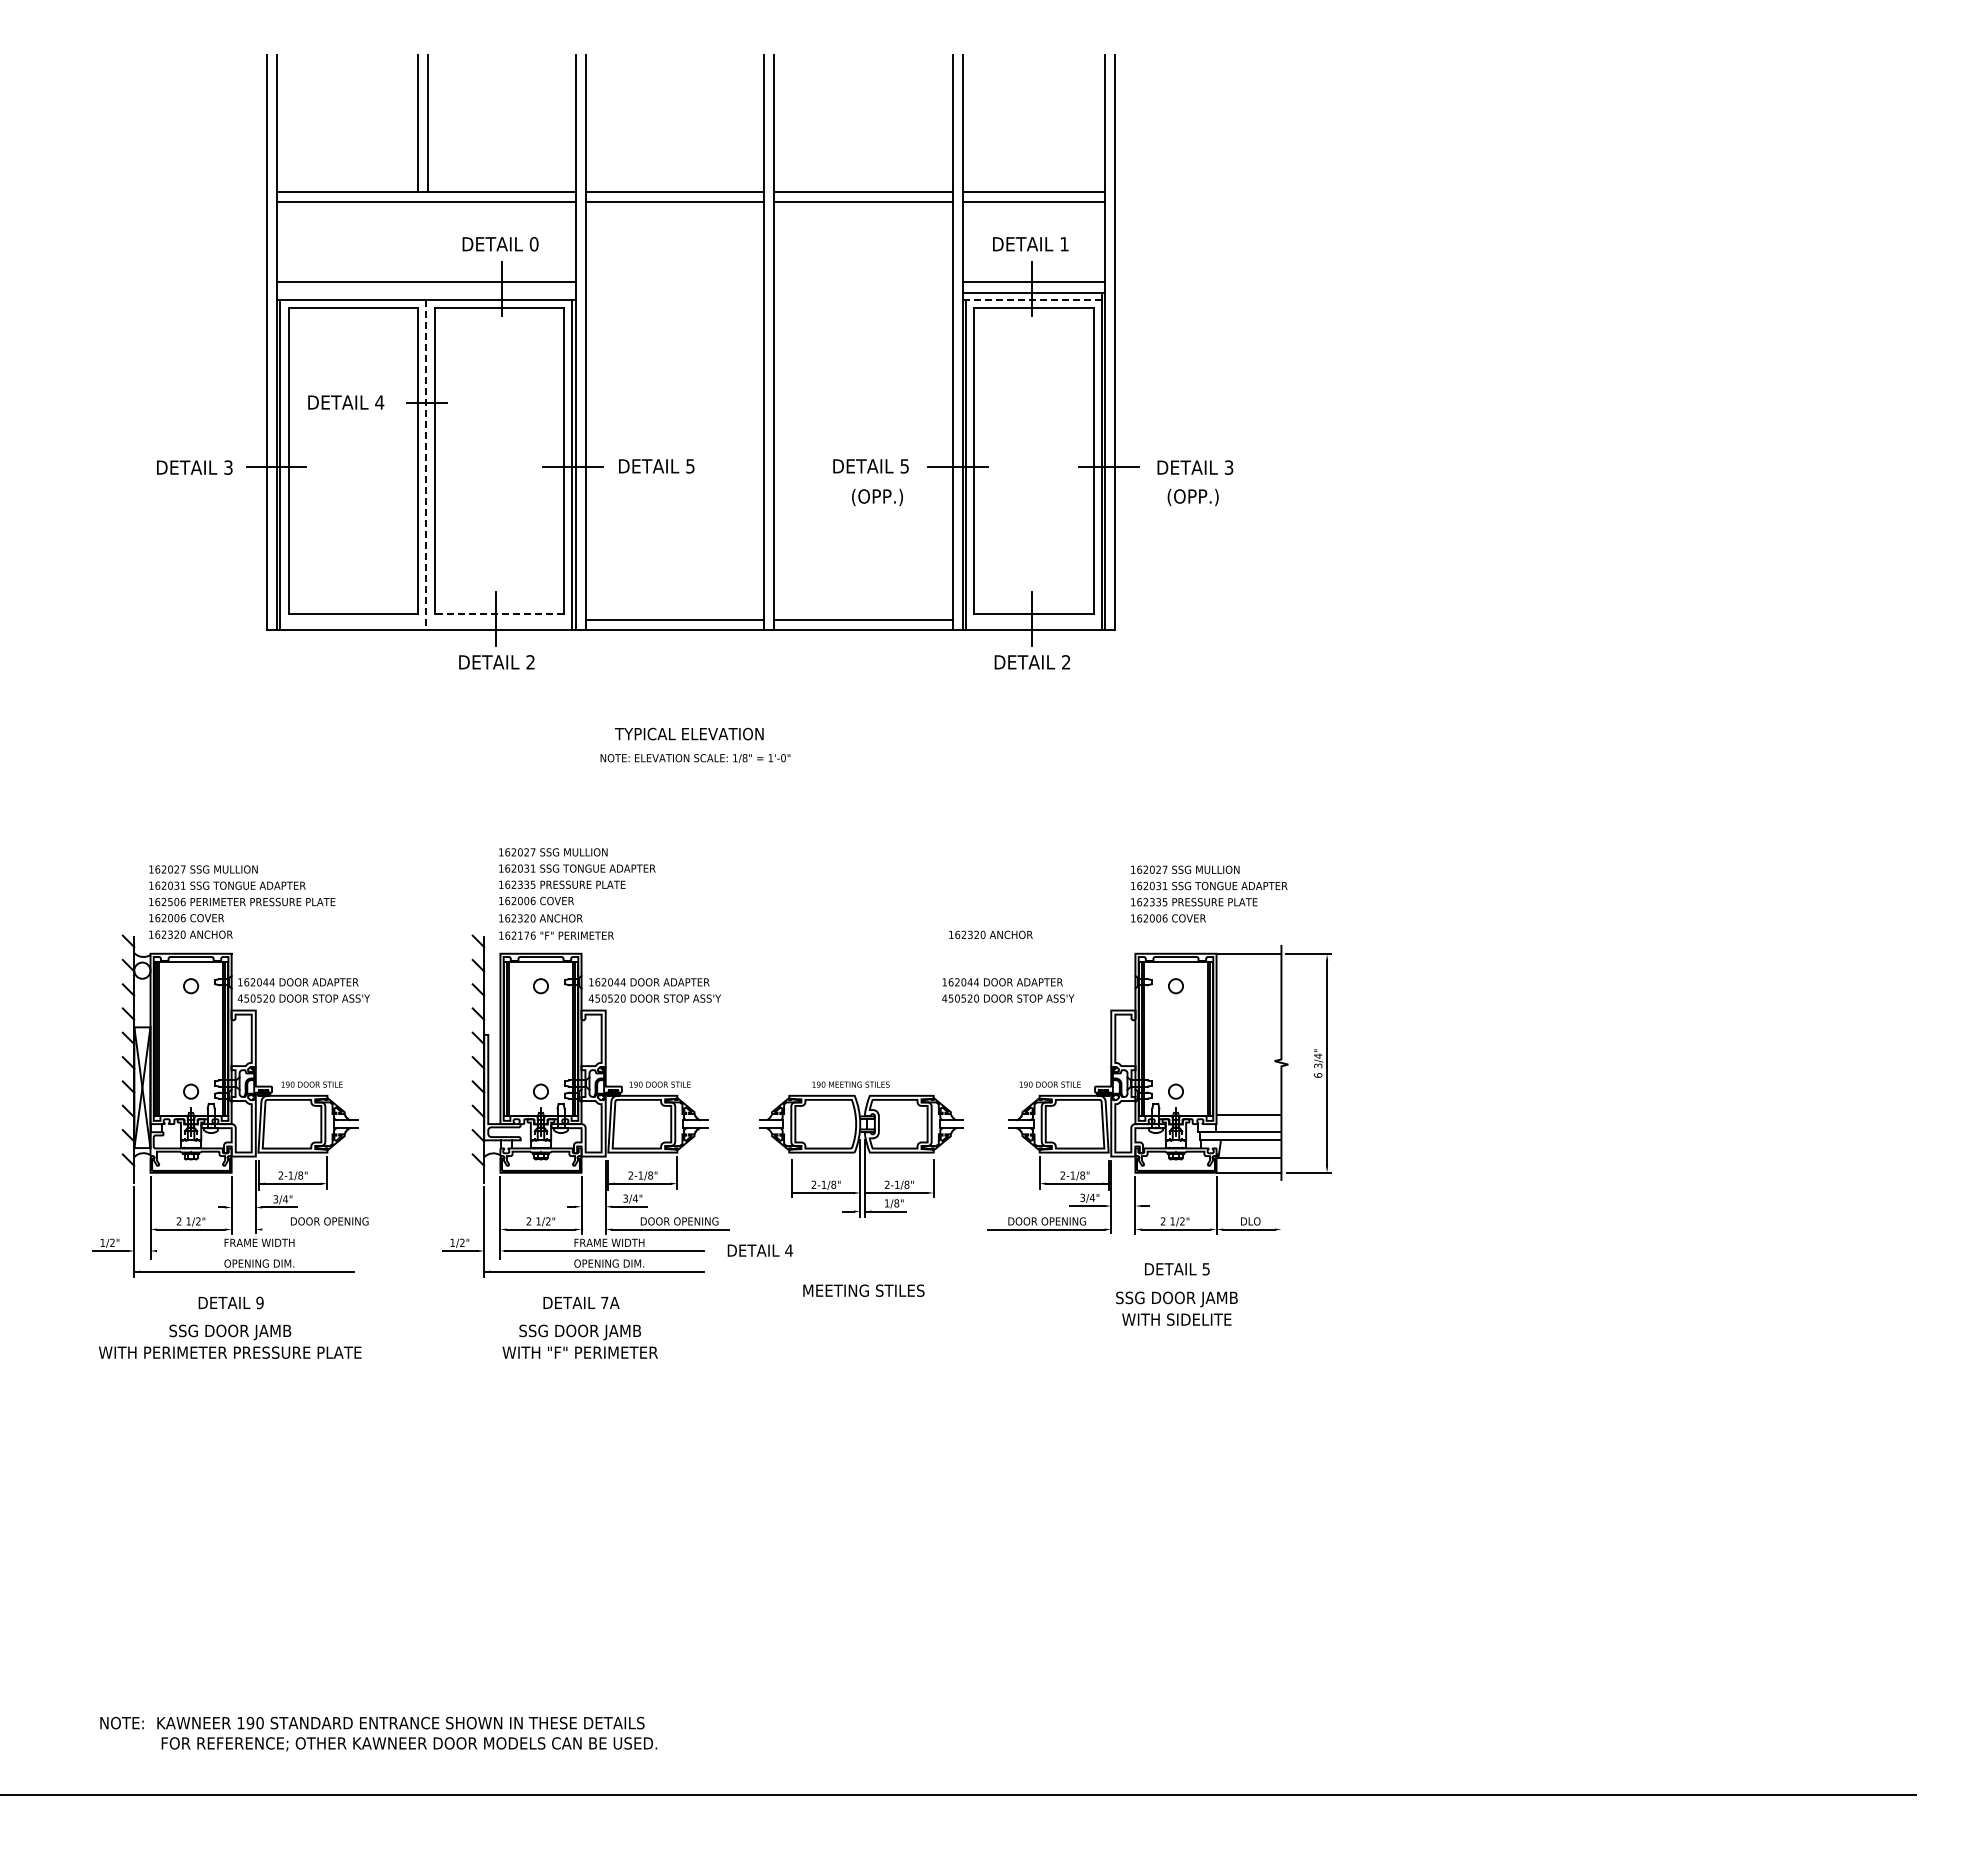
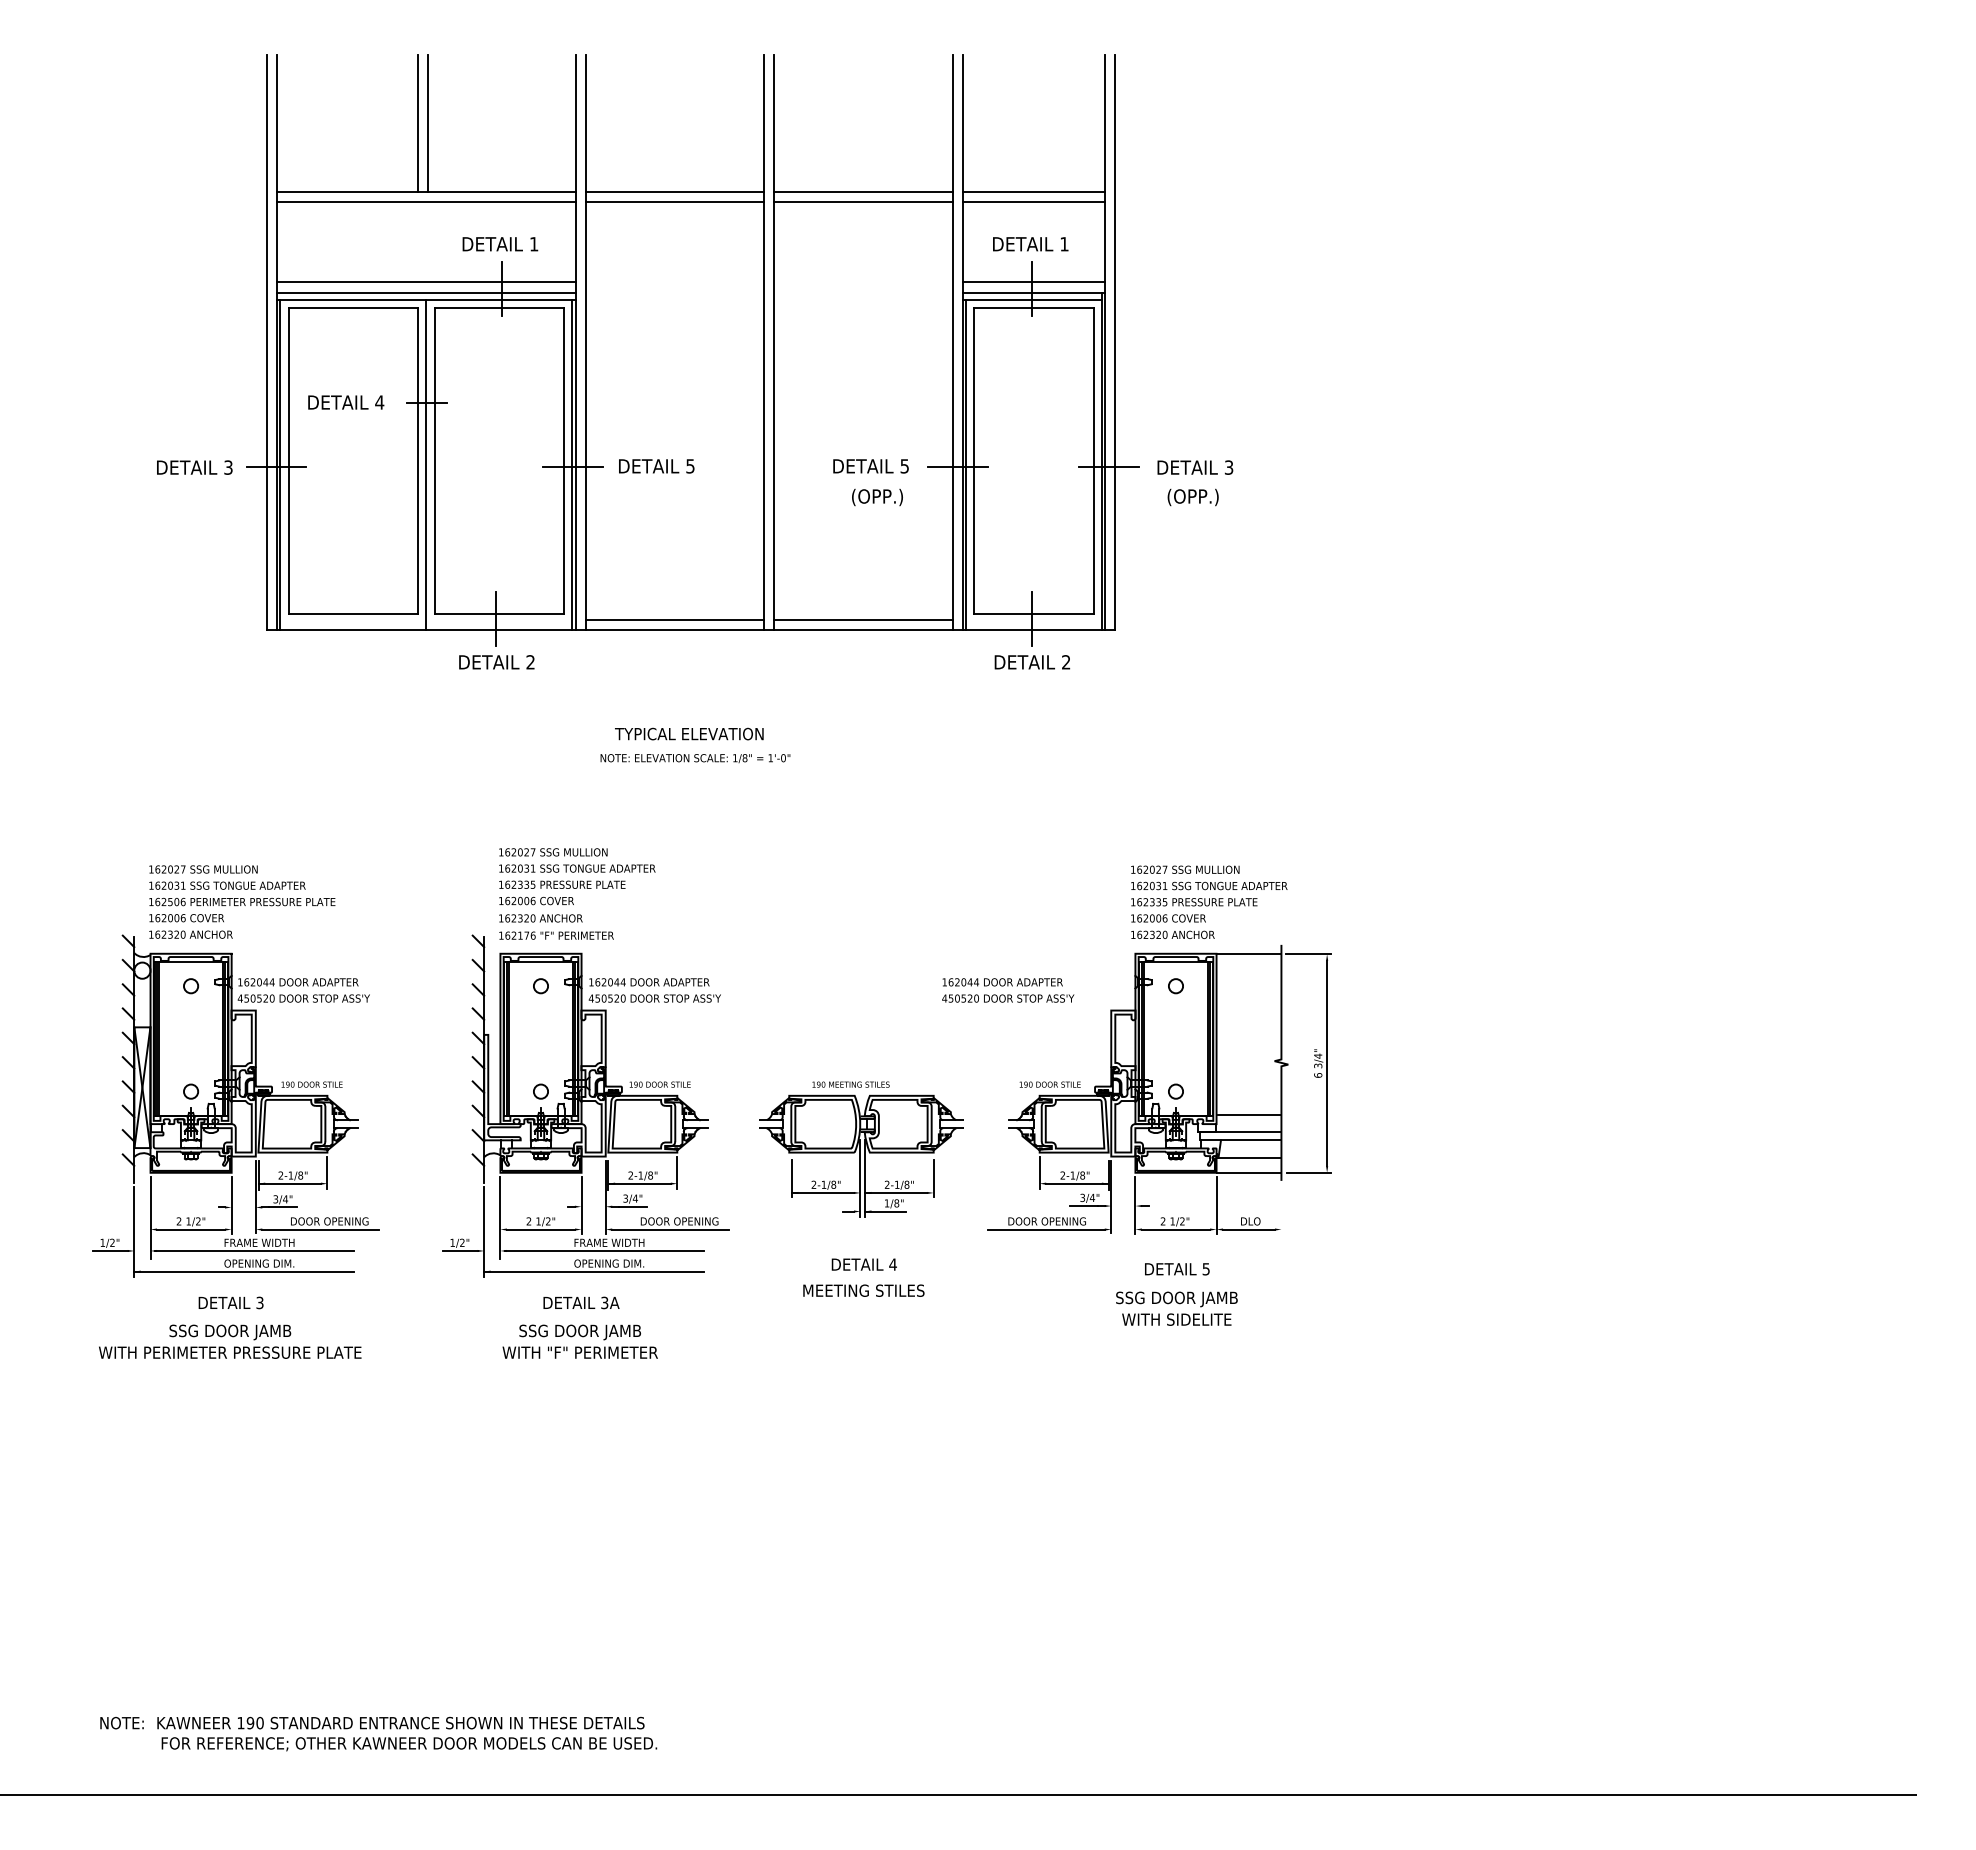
text at (533, 244): 0 -> 1
line at (426, 292): none -> present
line at (1032, 299): dashed -> solid
line at (426, 465): dashed -> solid
line at (499, 614): dashed -> solid
text at (990, 934) position: (990, 934) -> (1172, 934)
line at (320, 1229): none -> present
line at (254, 1250): none -> present
text at (759, 1250) position: (759, 1250) -> (863, 1264)
text at (259, 1302): 9 -> 3
text at (604, 1302): 7A -> 3A
